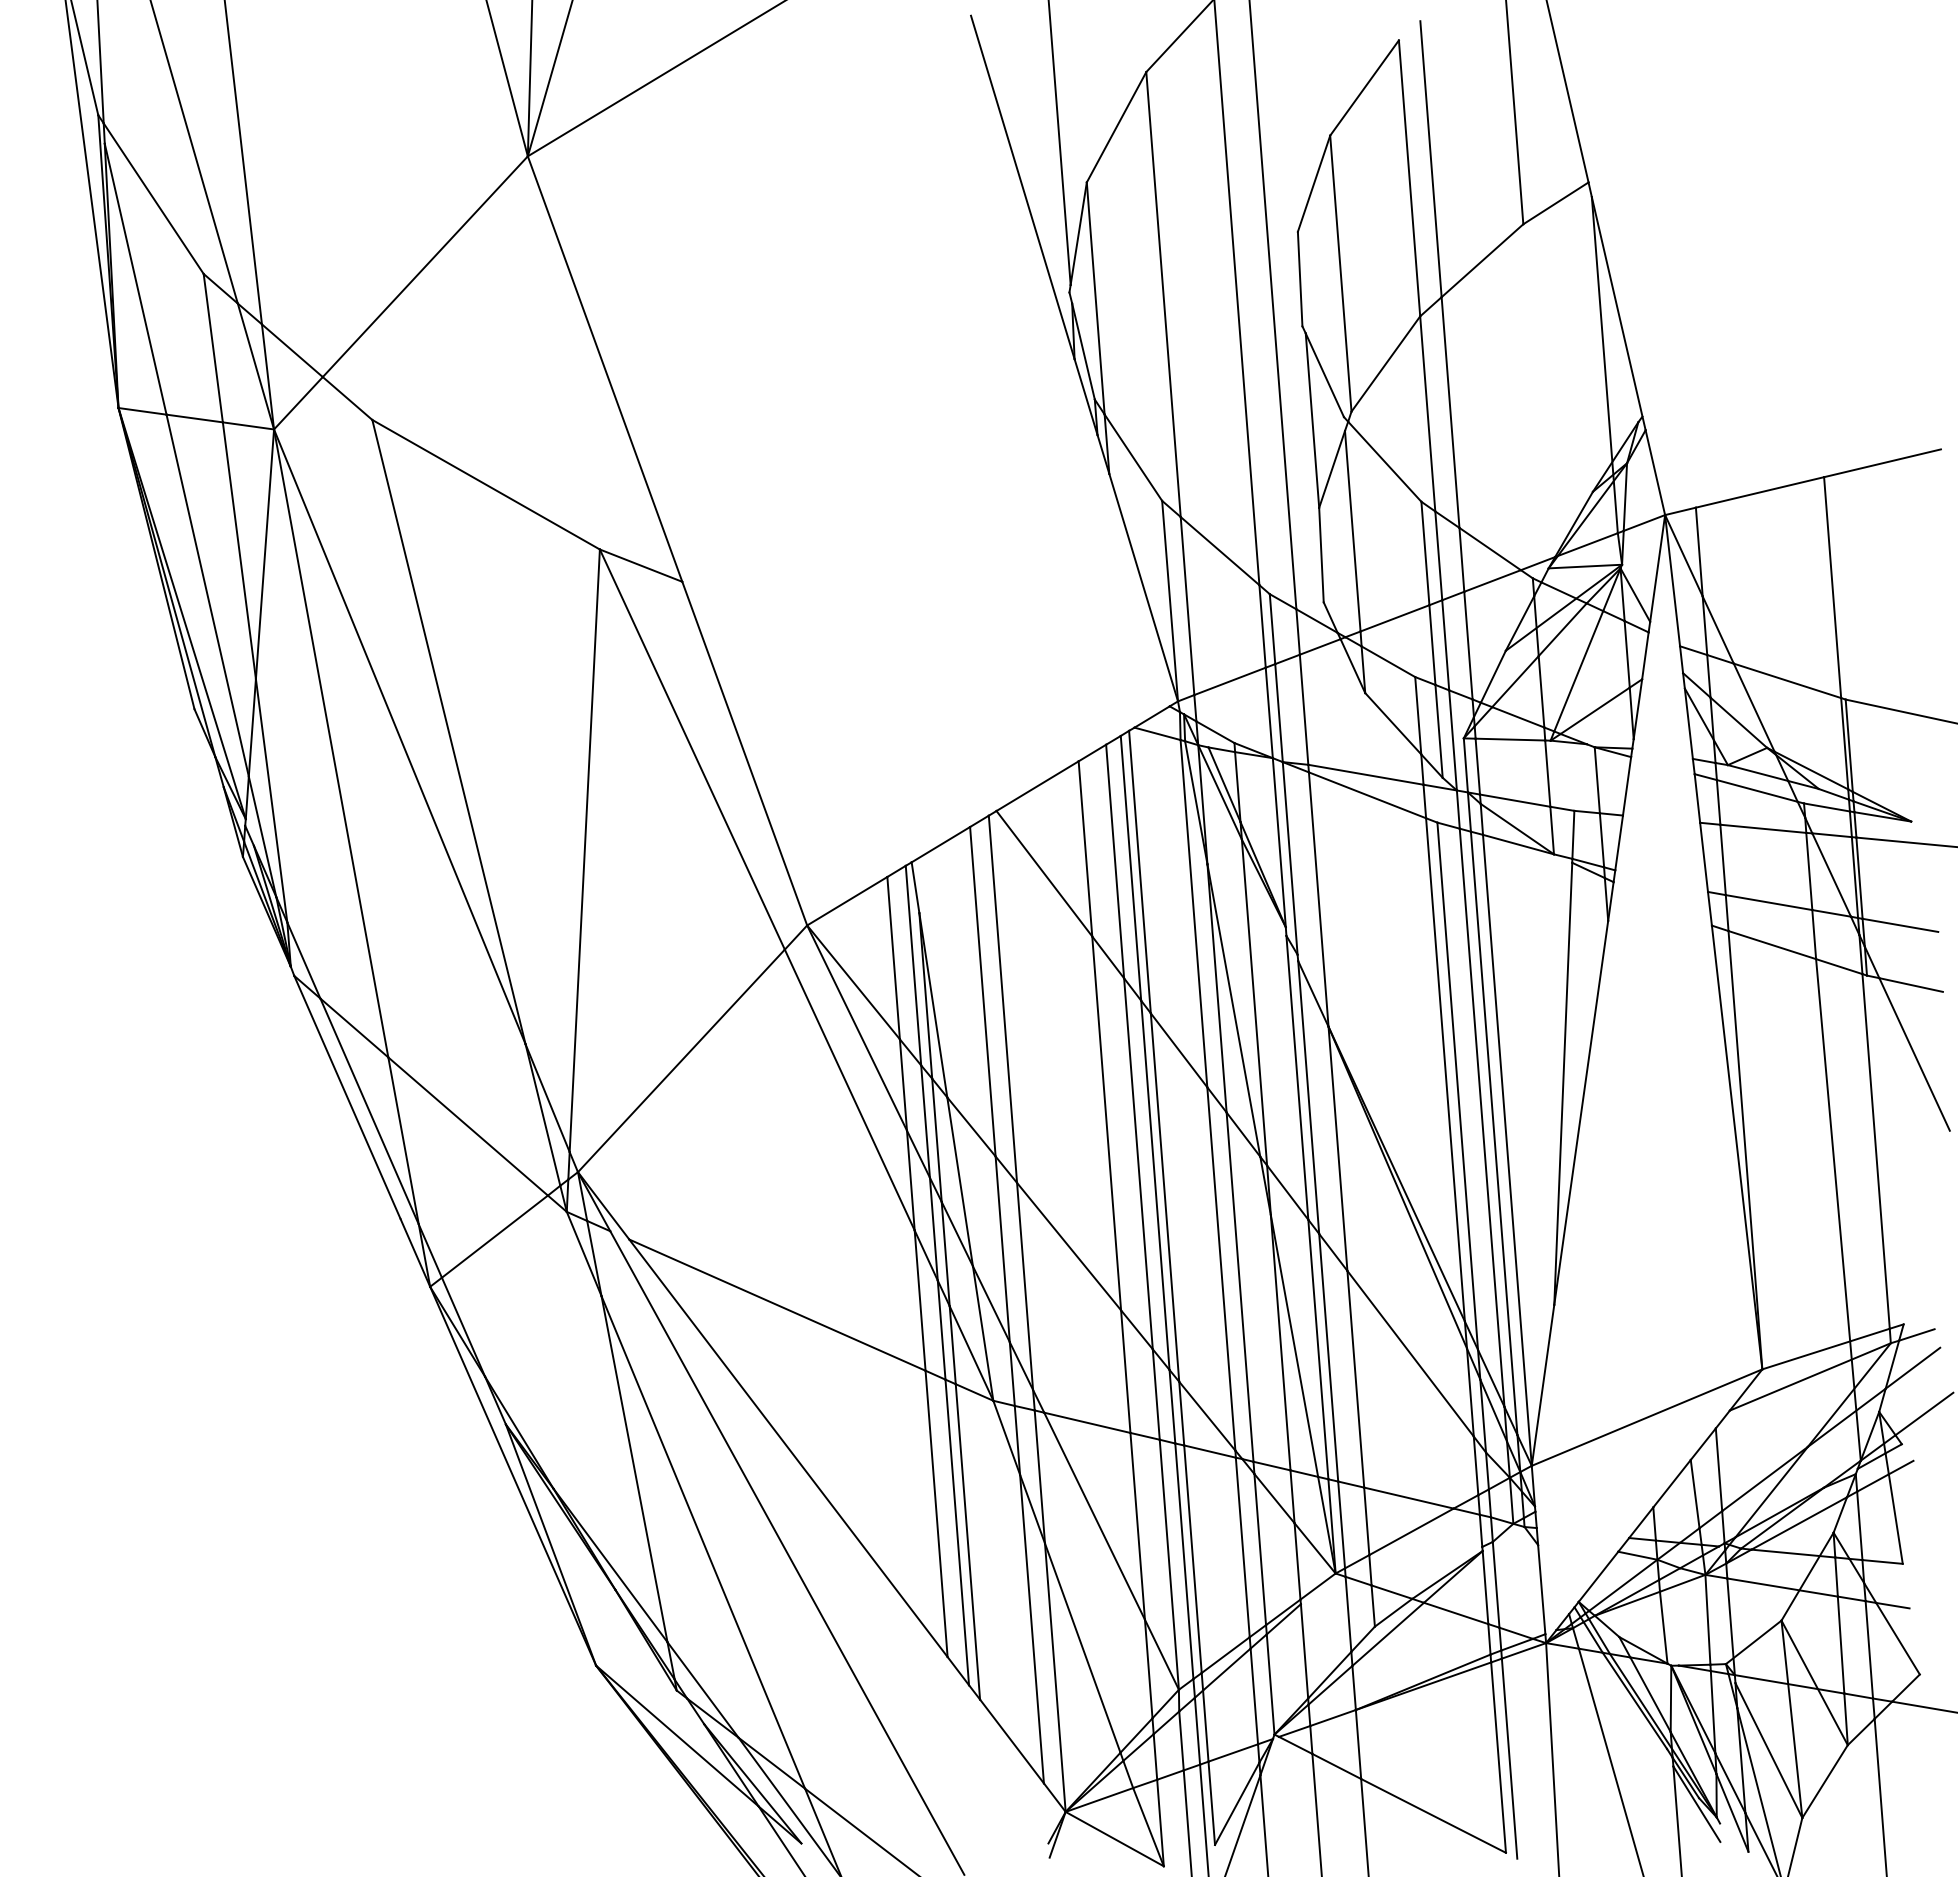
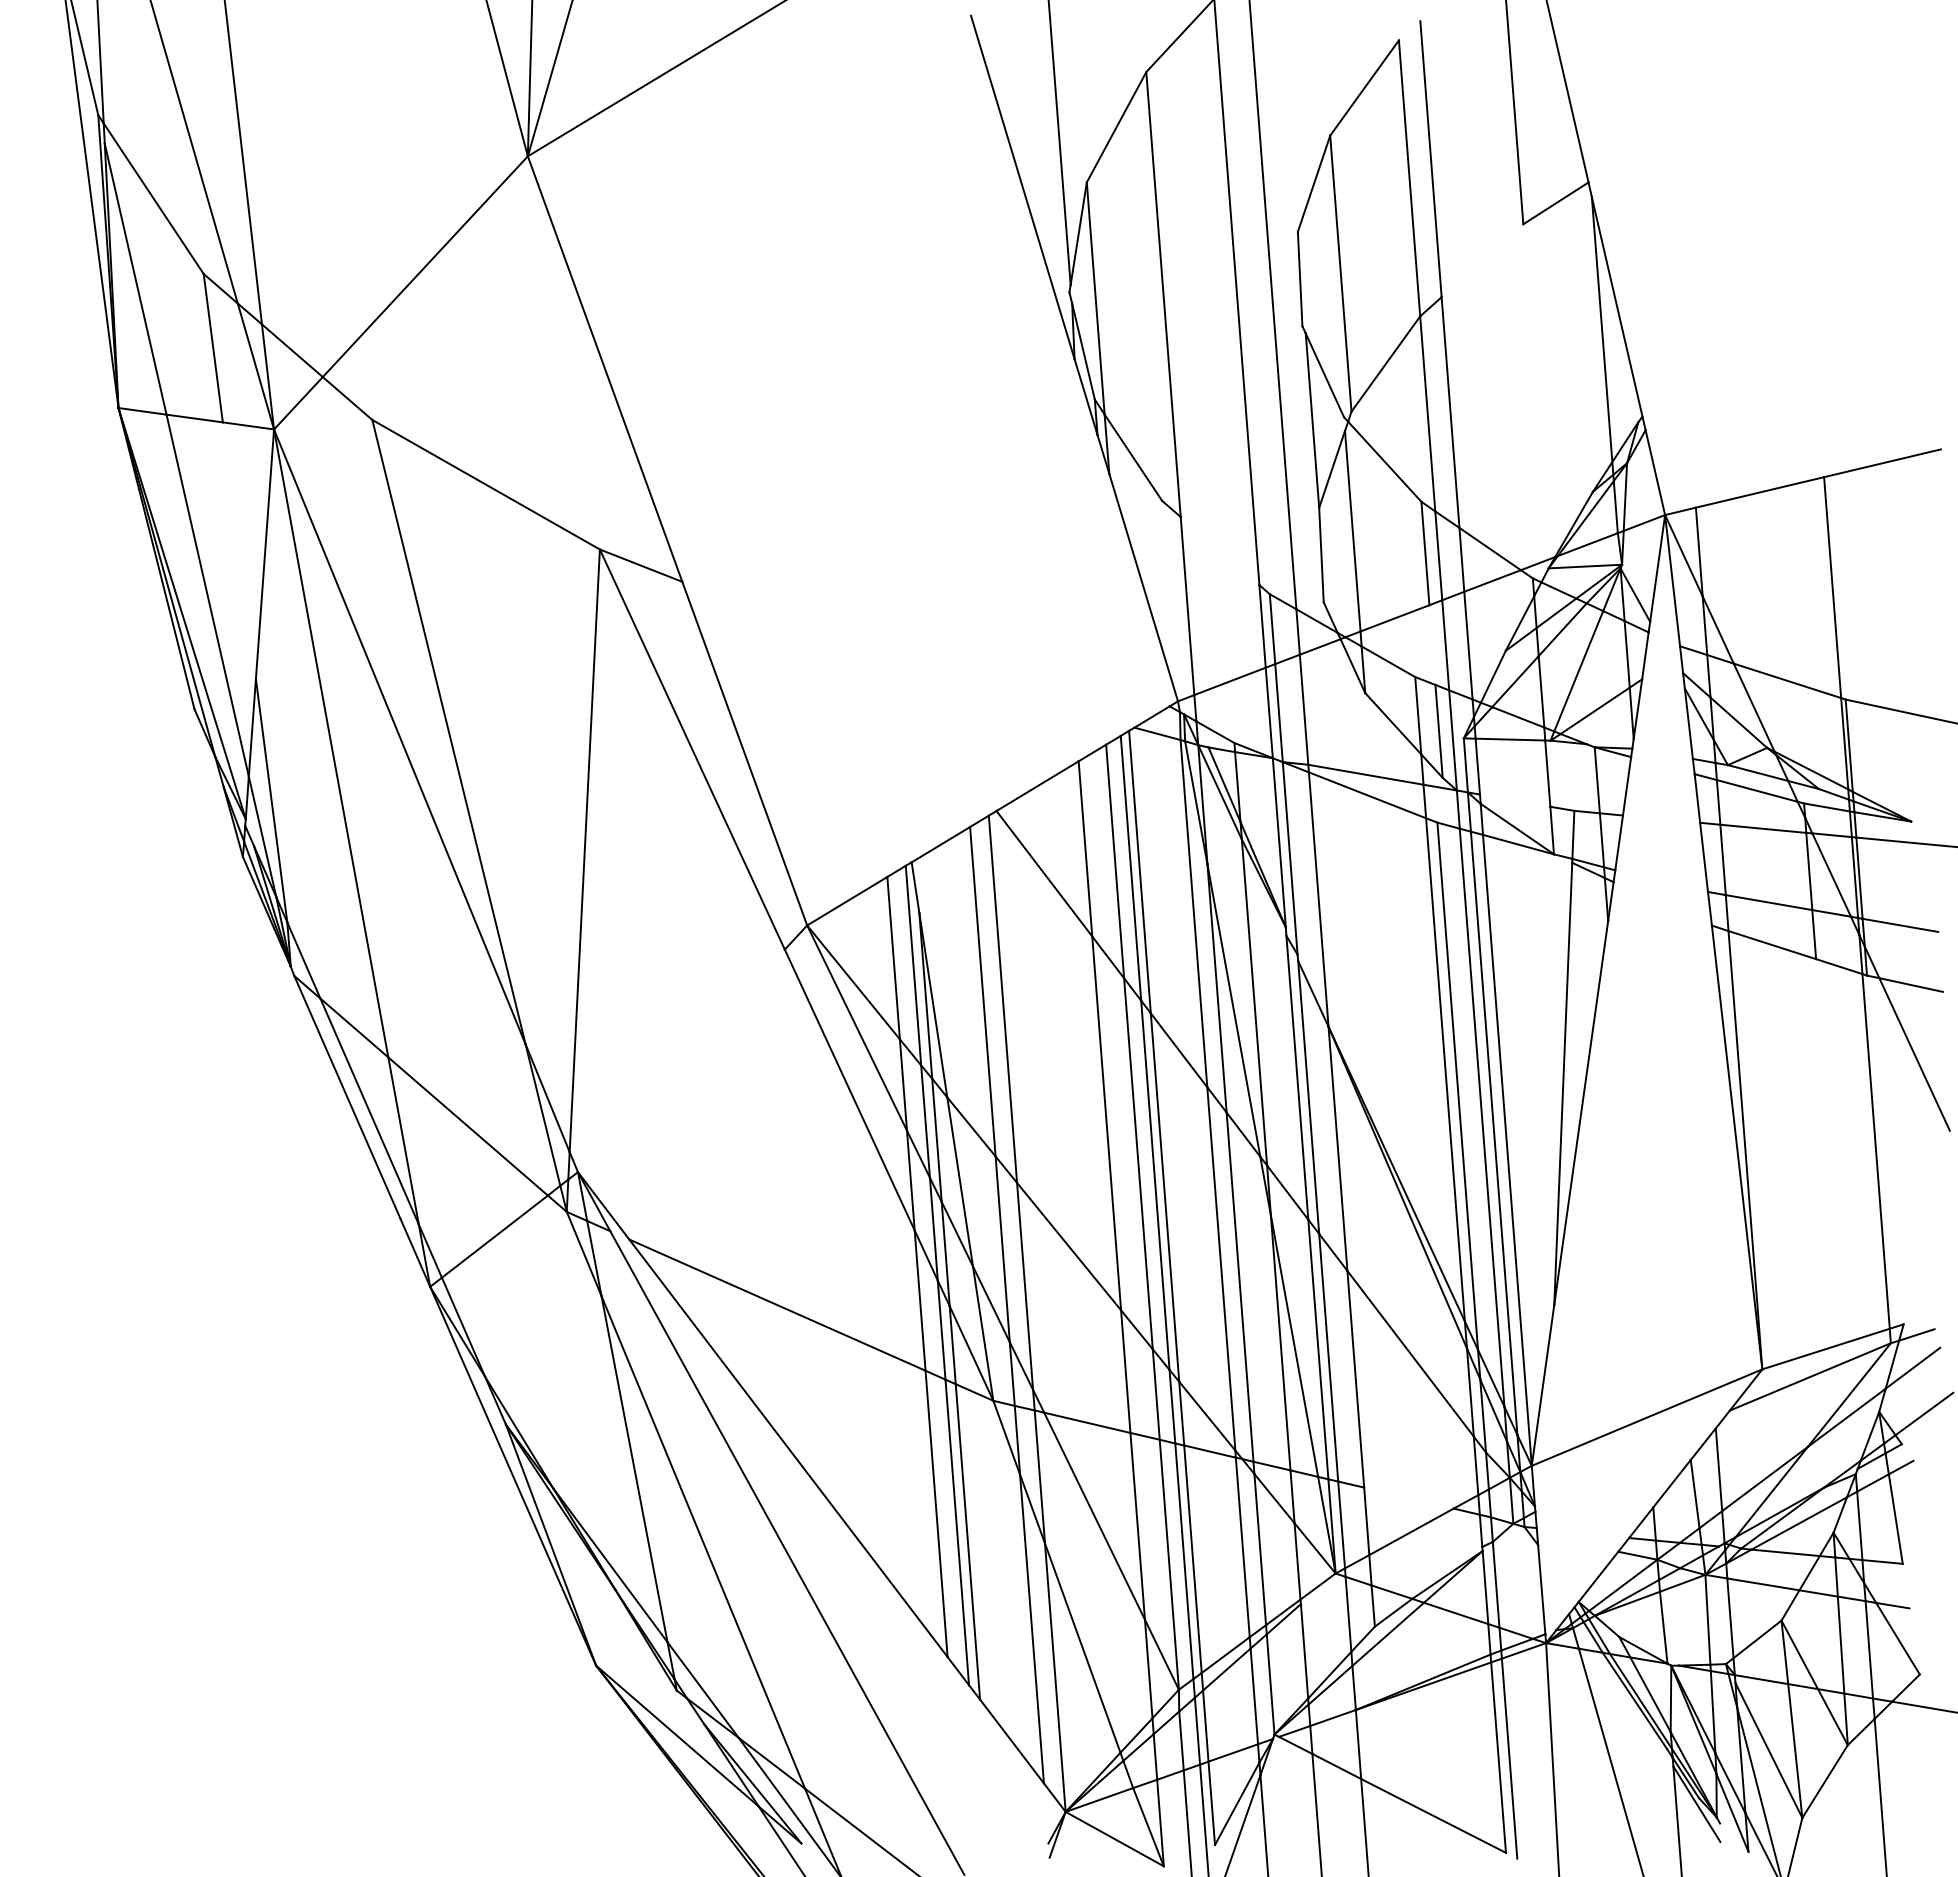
line at (1482, 260): present -> none
line at (238, 550): present -> none
line at (1219, 551): present -> none
line at (1170, 600): present -> none
line at (1432, 644): present -> none
line at (1514, 800): present -> none
line at (680, 1060): present -> none
line at (1838, 1209): present -> none
line at (1408, 1497): present -> none
